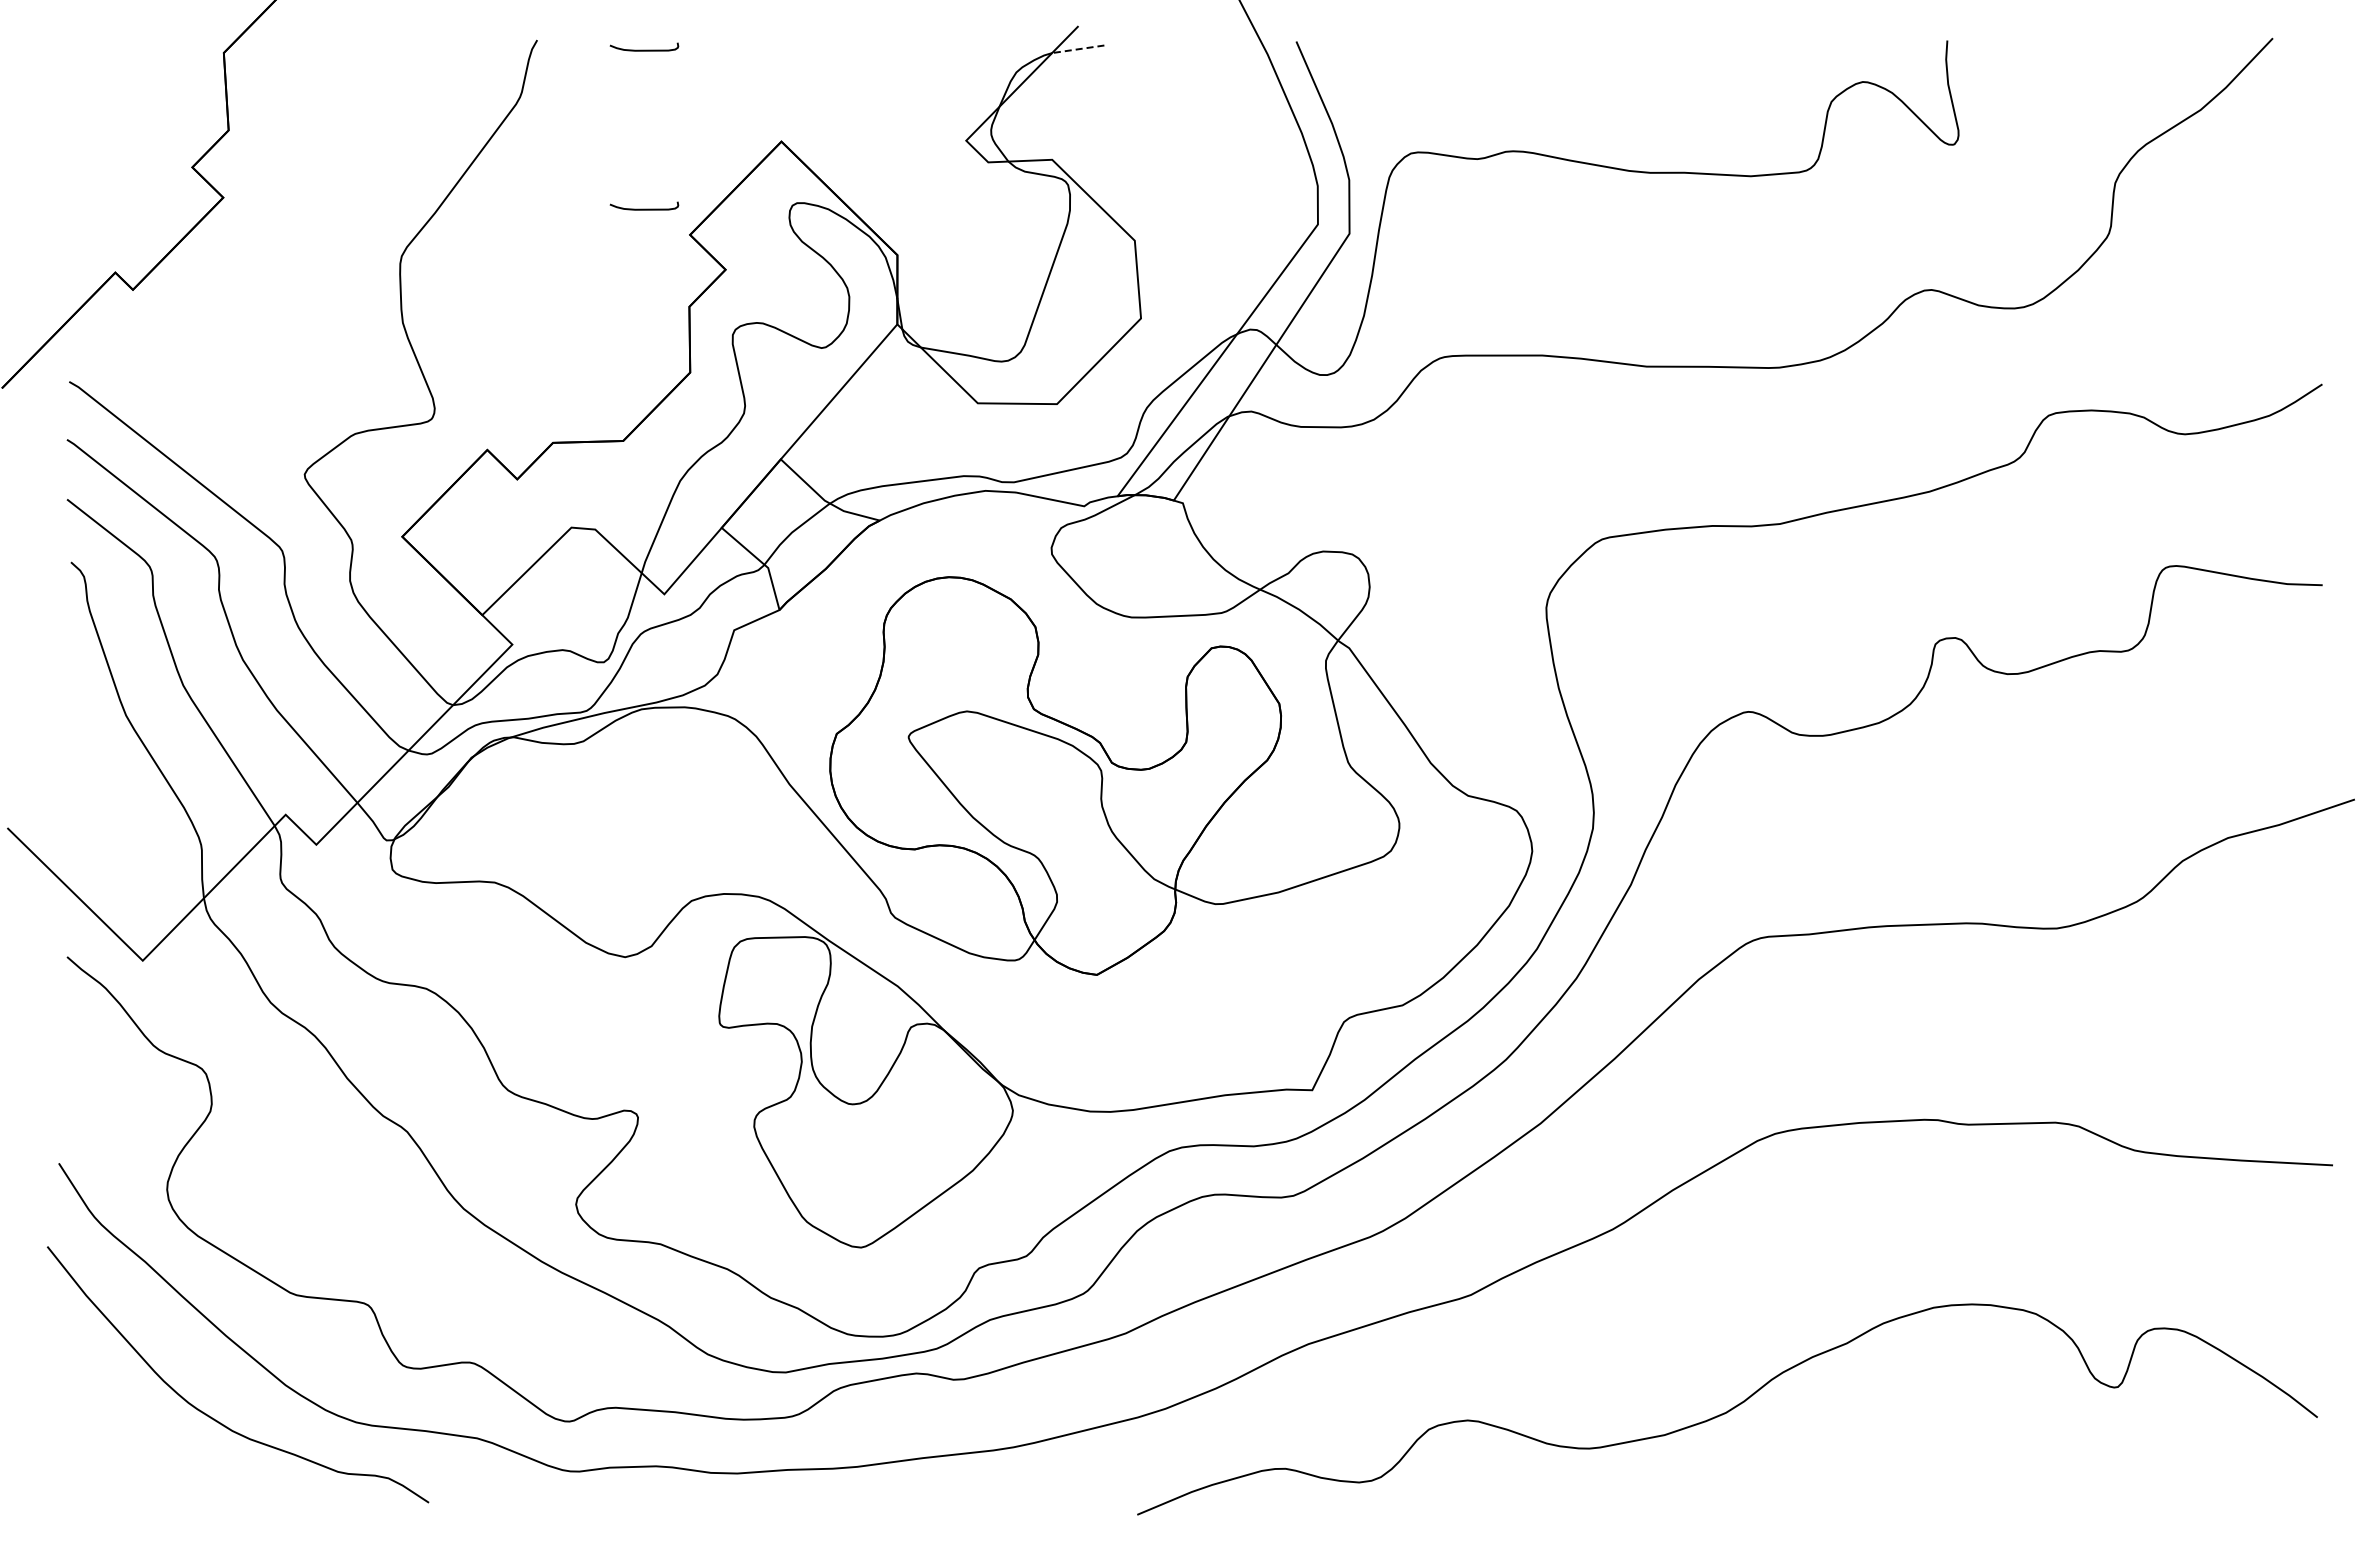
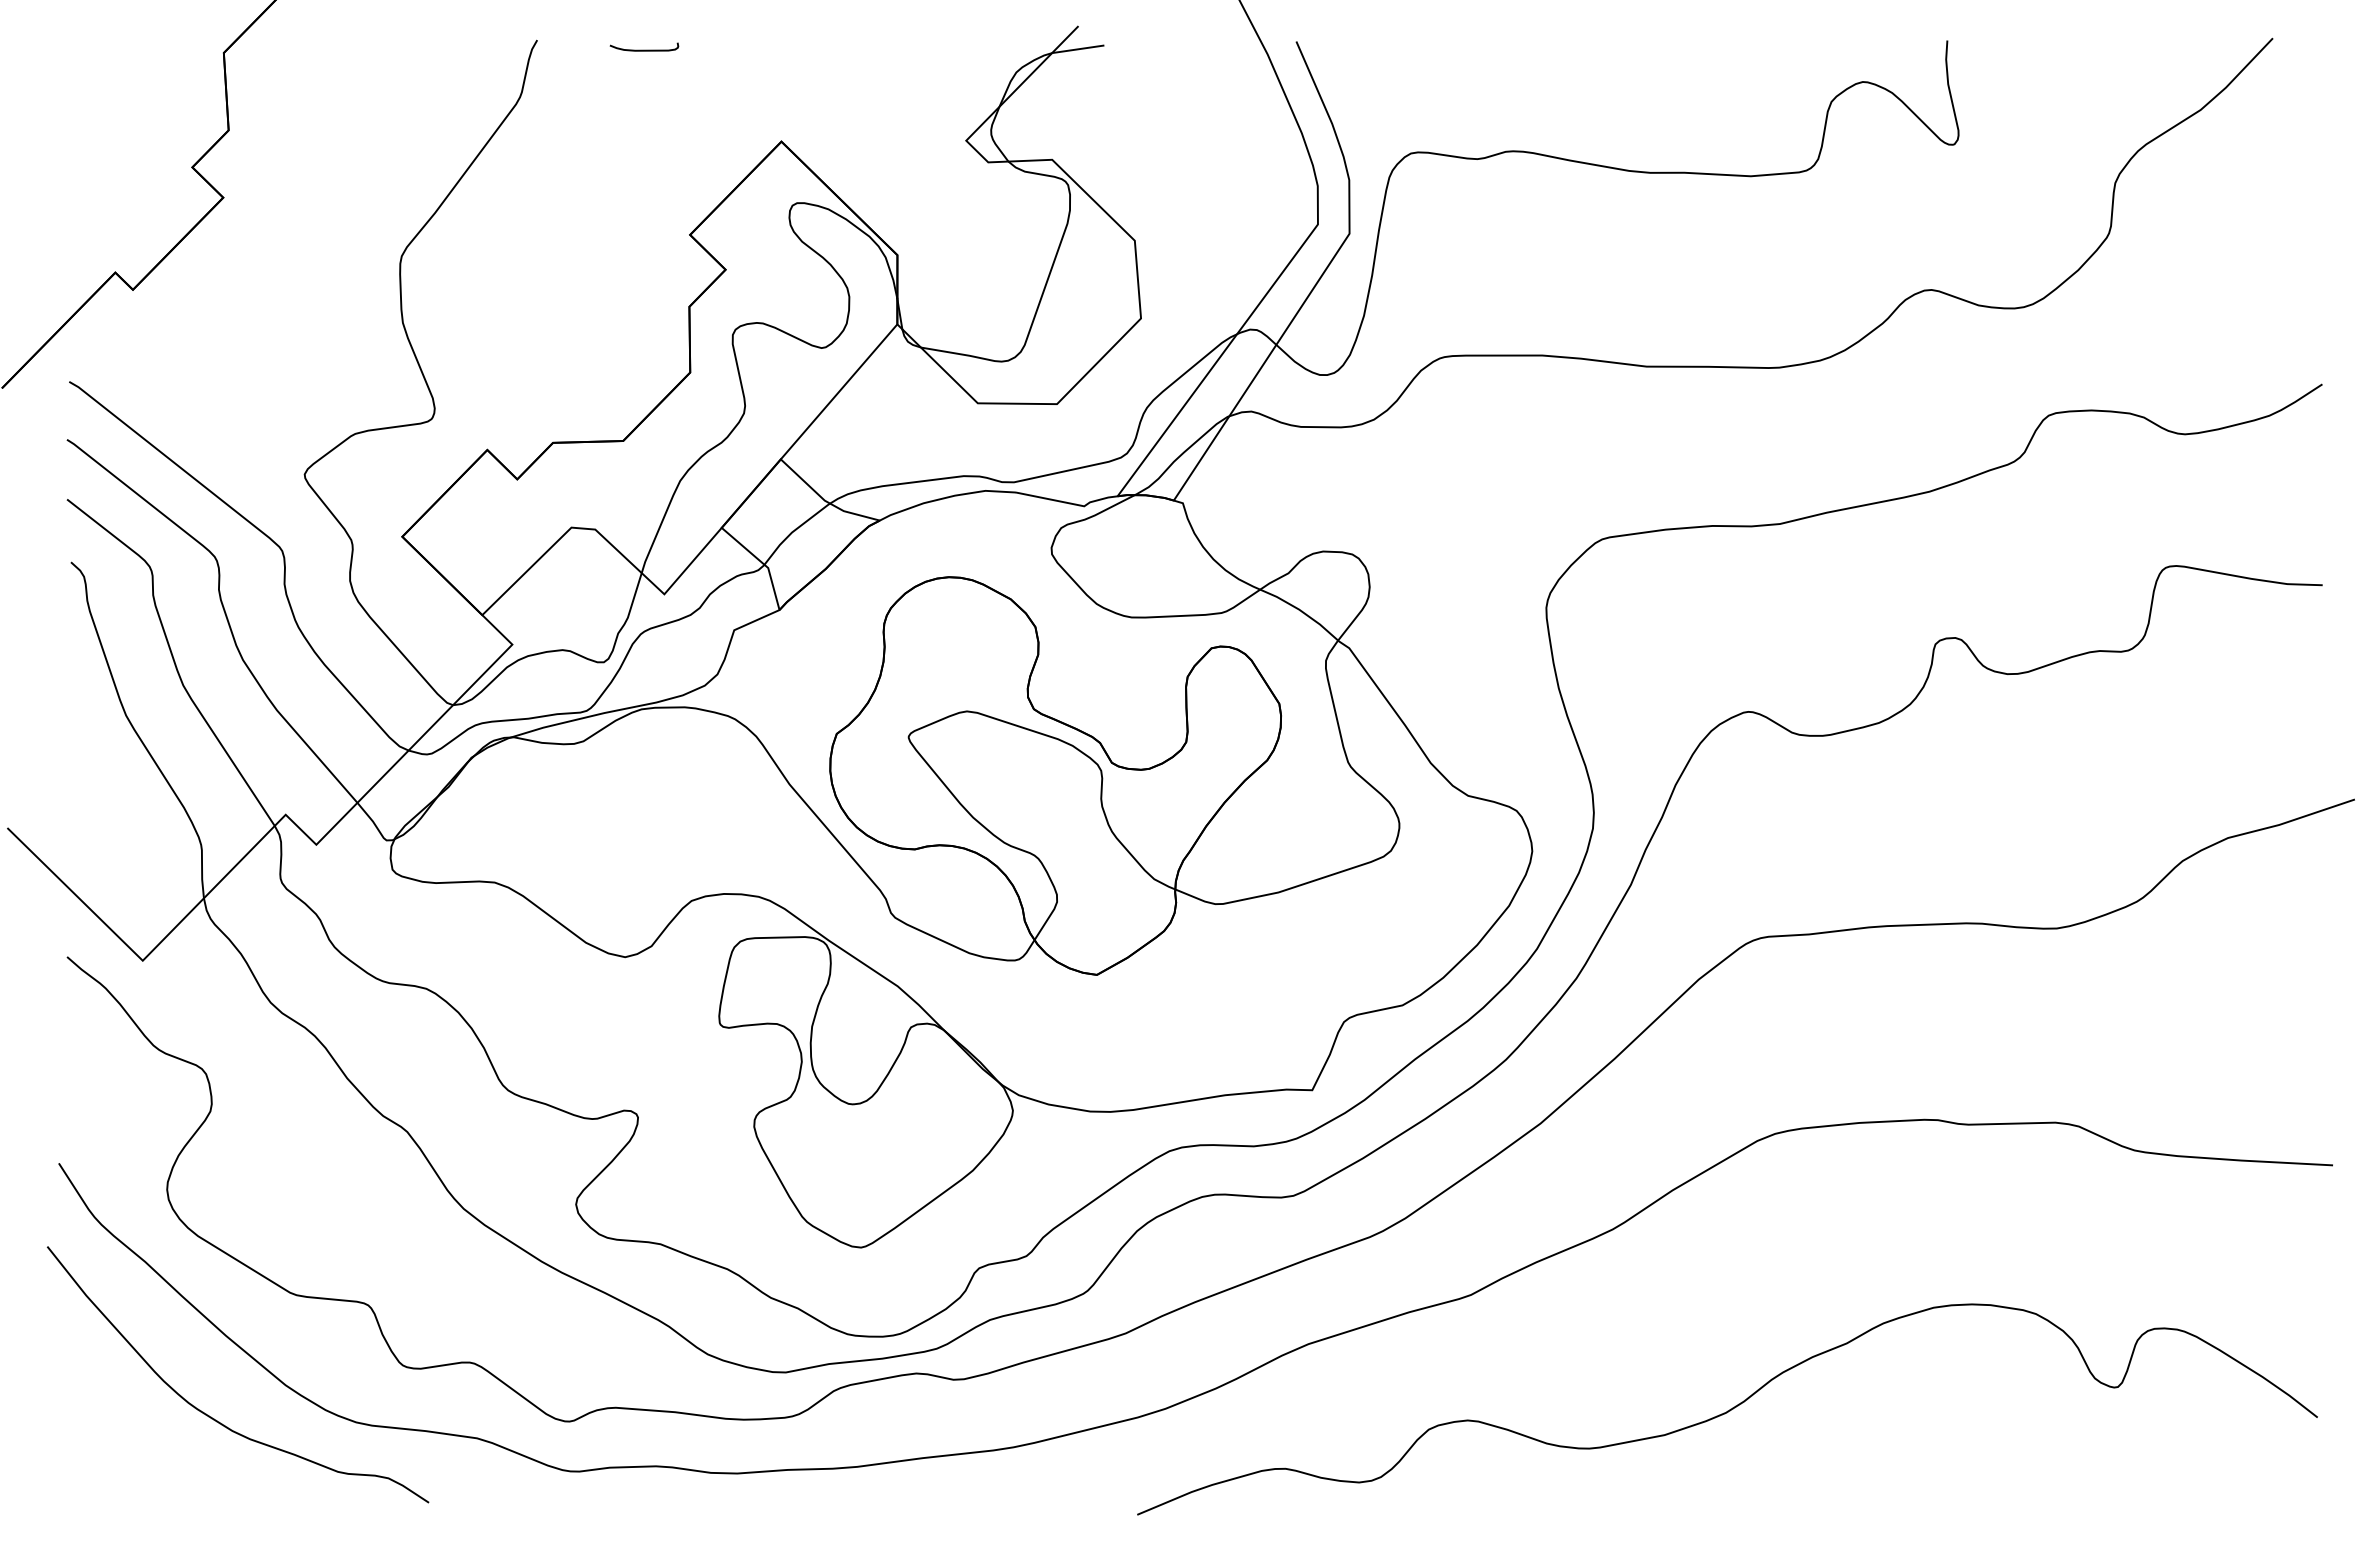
line at (1077, 49): dashed -> solid
curve at (644, 208): present -> none
